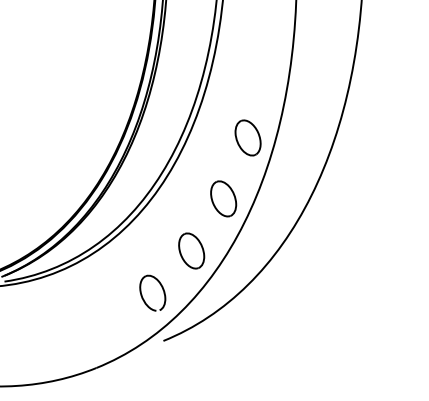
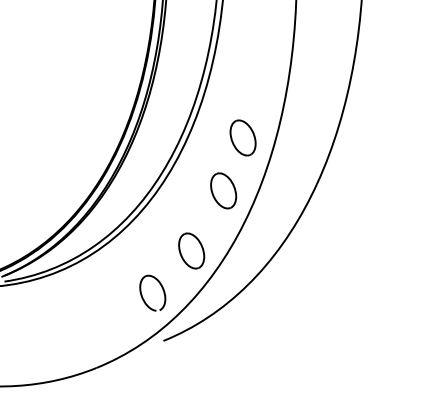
part at (247, 137) position: (247, 137) -> (242, 137)
part at (223, 198) position: (223, 198) -> (223, 190)
